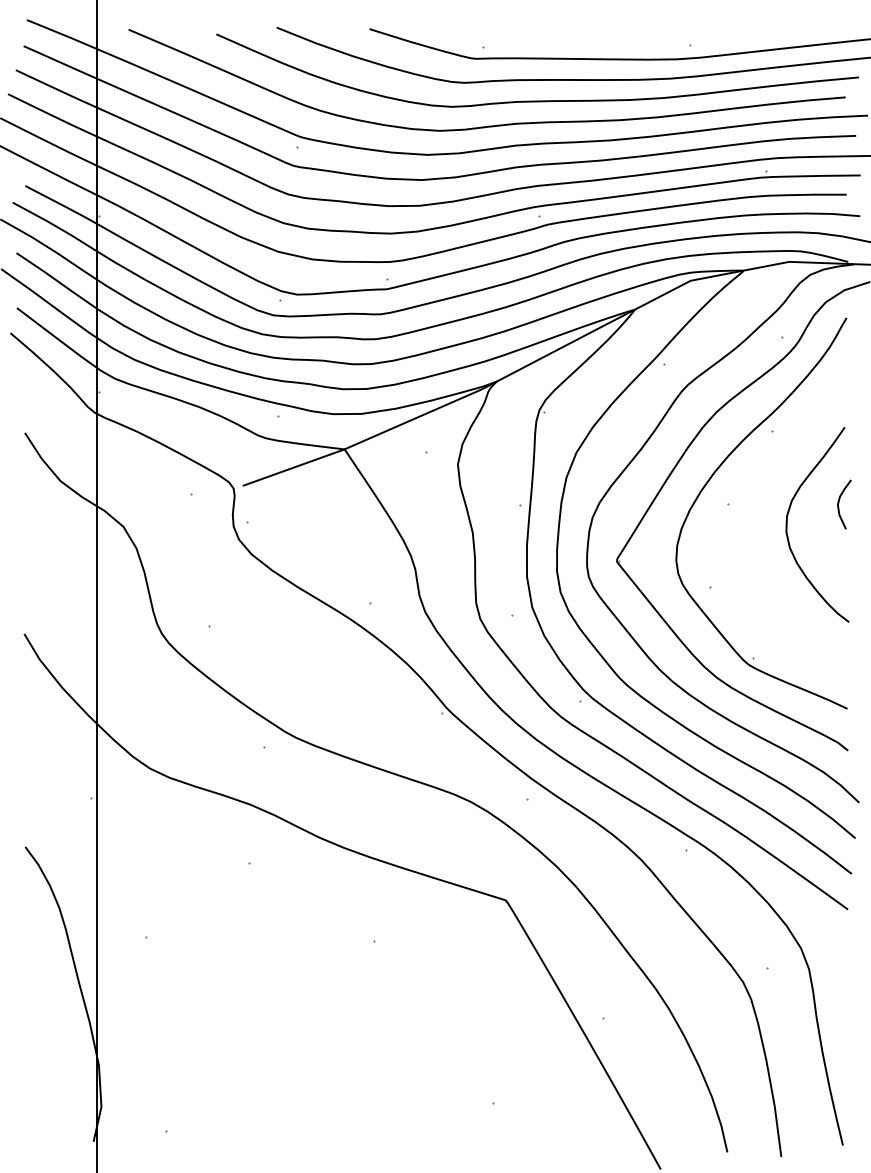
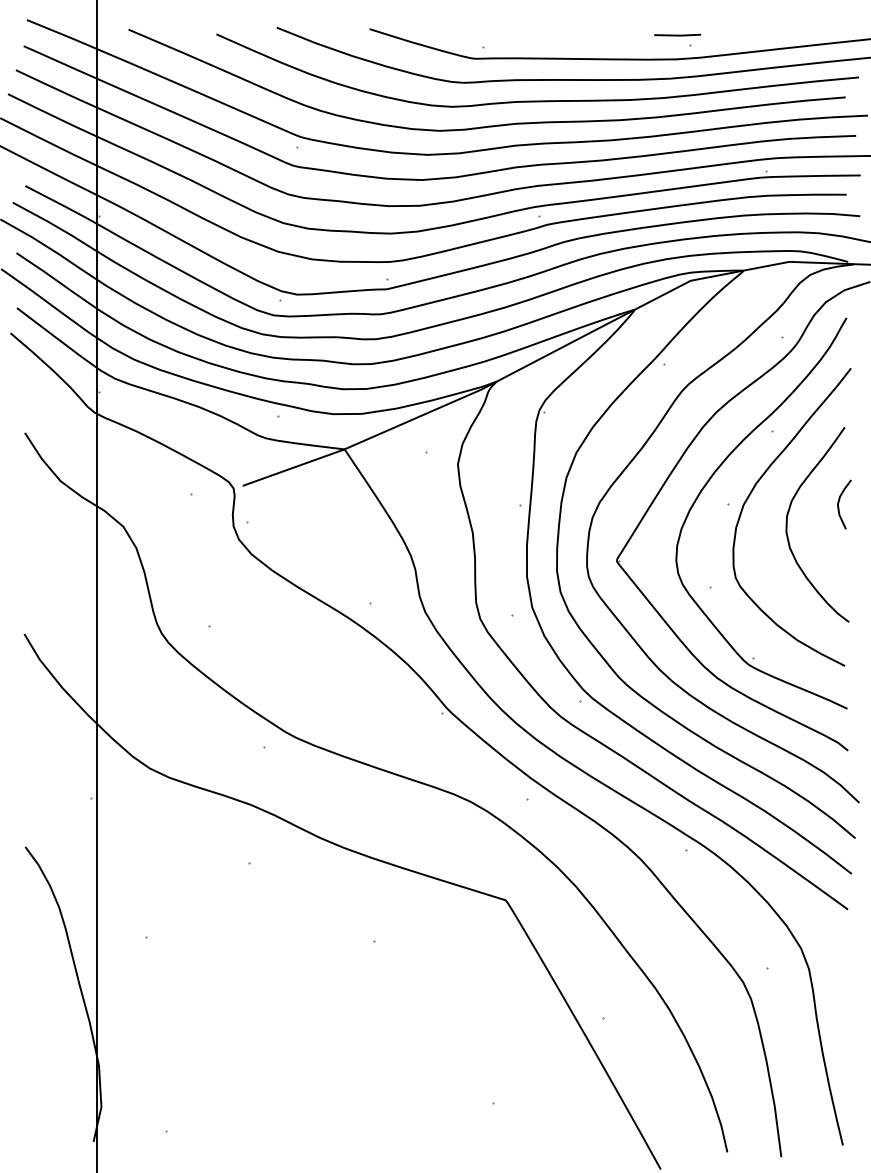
line at (677, 34): none -> present
curve at (752, 492): none -> present
